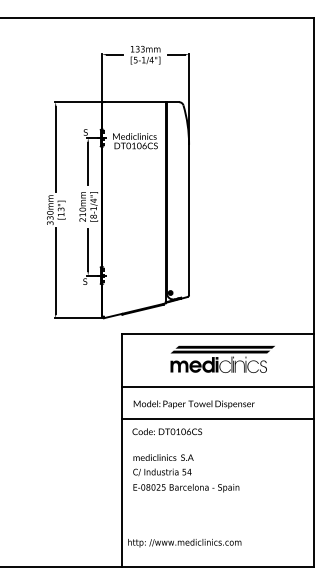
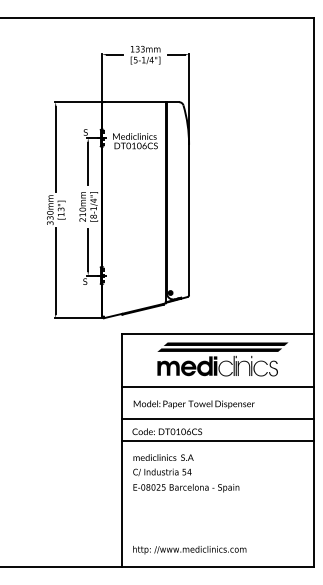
part at (222, 358) size: 105x28 px -> 132x35 px
line at (217, 441): none -> present
text at (184, 543) position: (184, 543) -> (189, 550)
